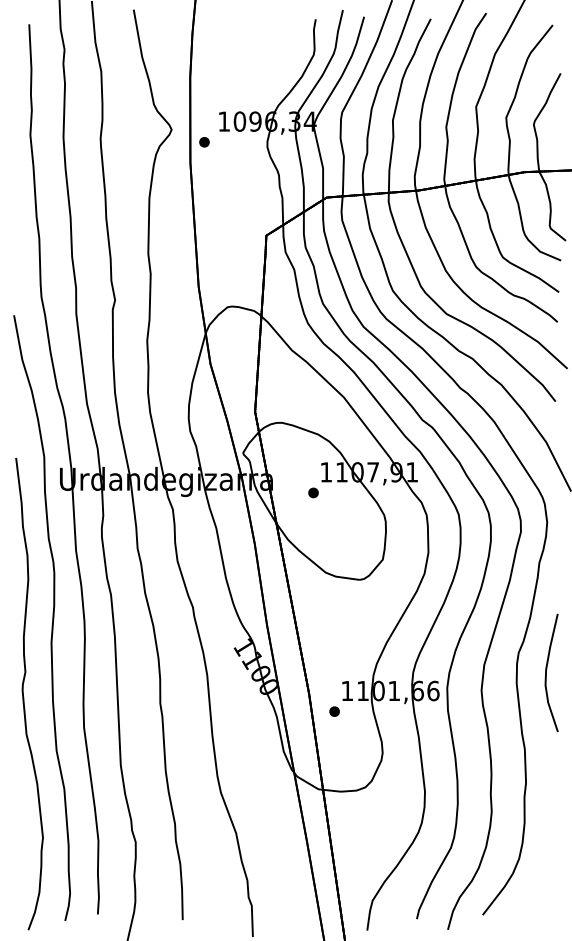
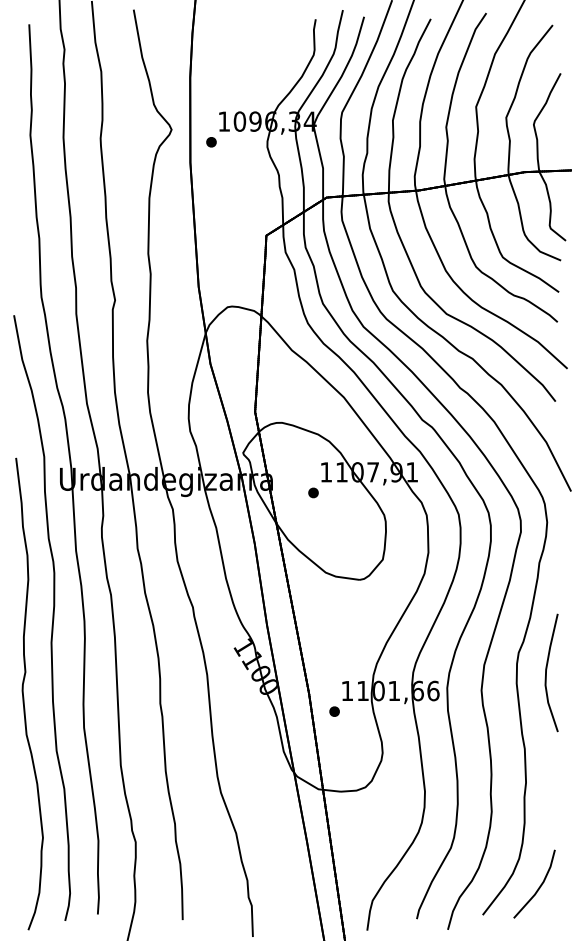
part at (204, 142) position: (204, 142) -> (211, 142)
line at (538, 887): none -> present
